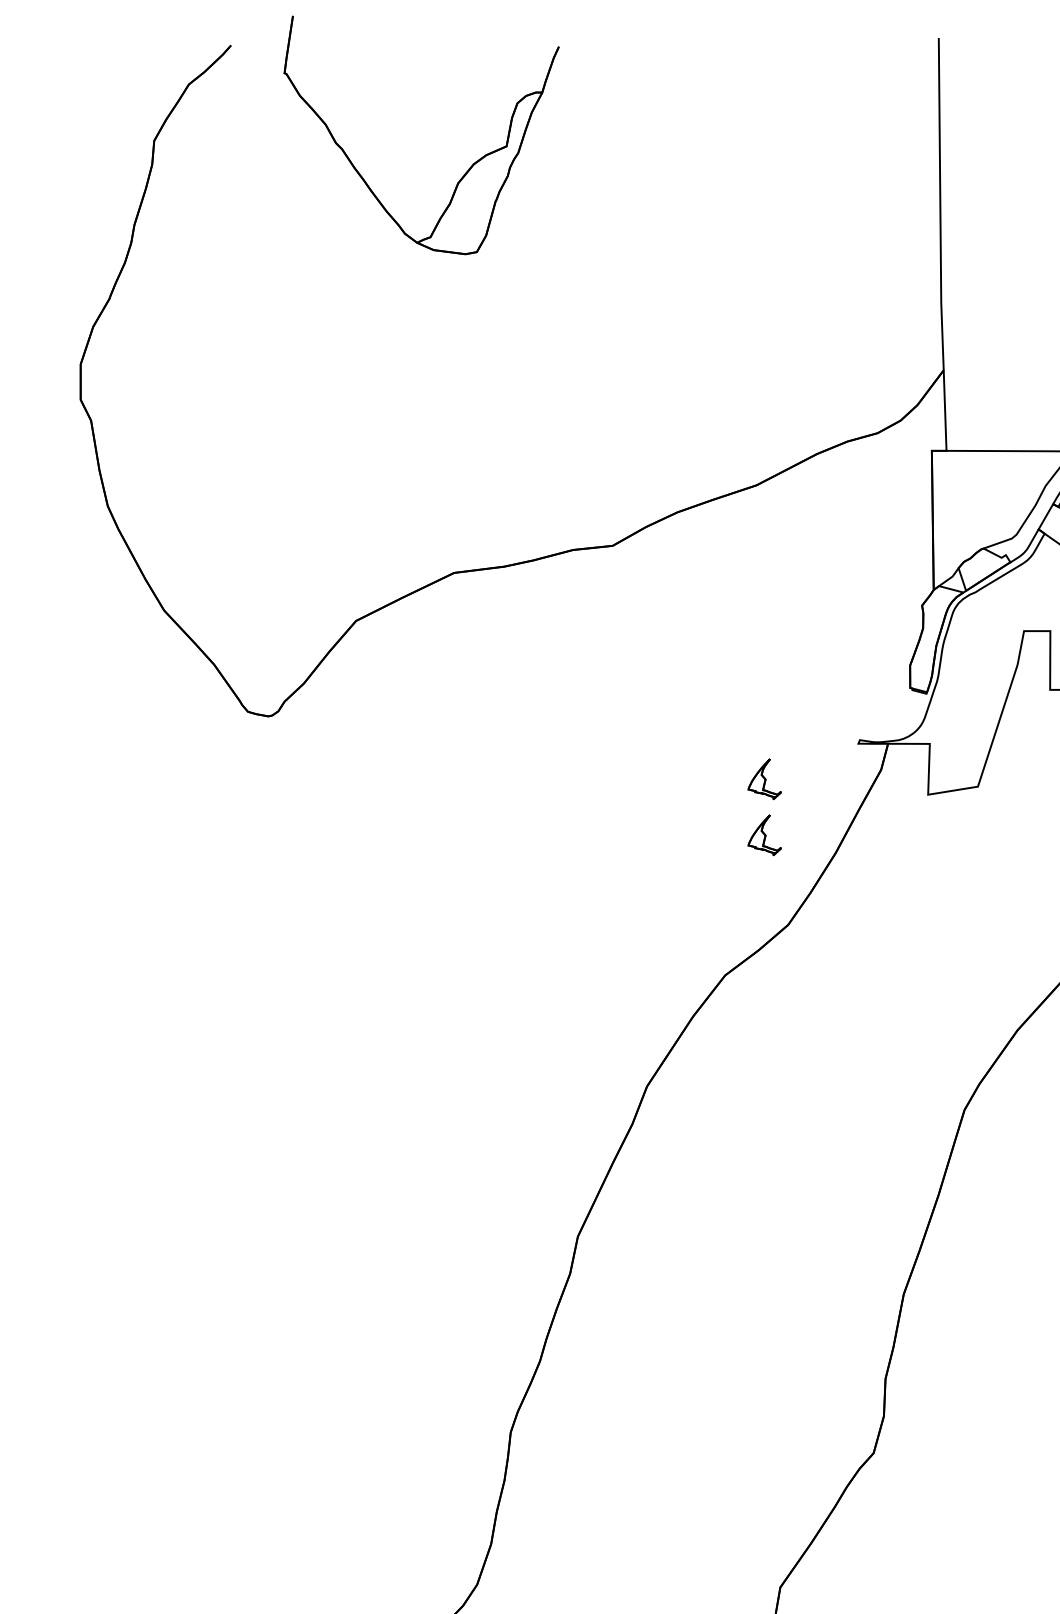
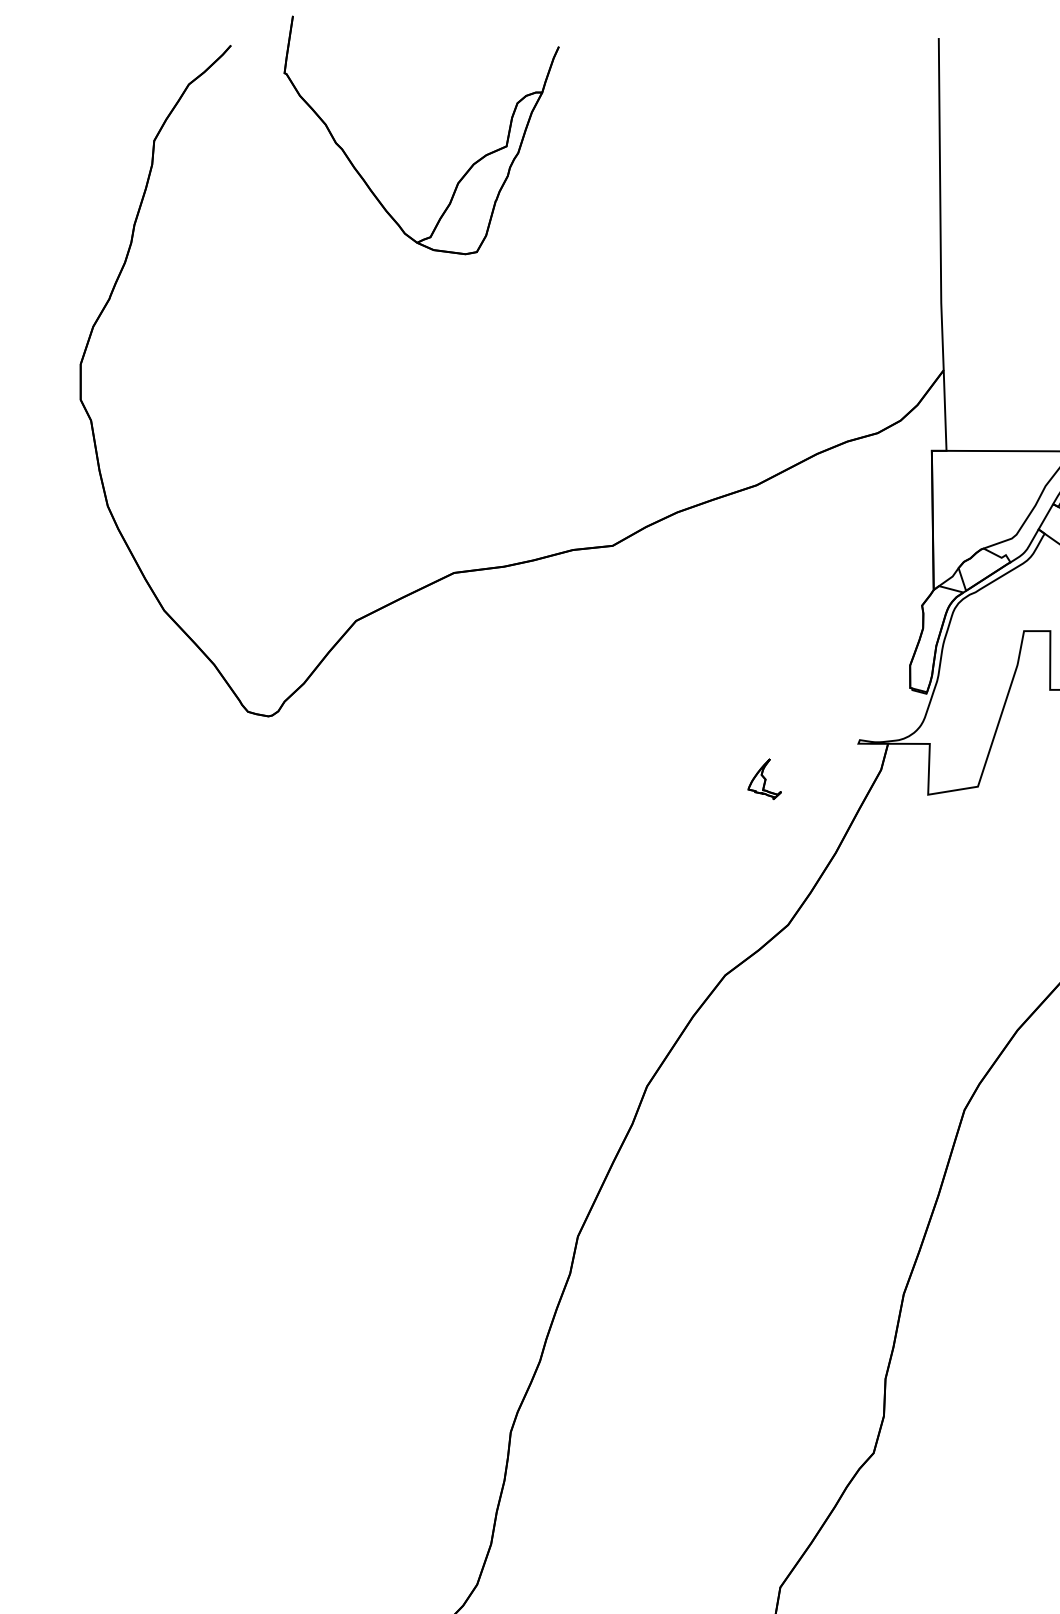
part at (764, 835): present -> none
